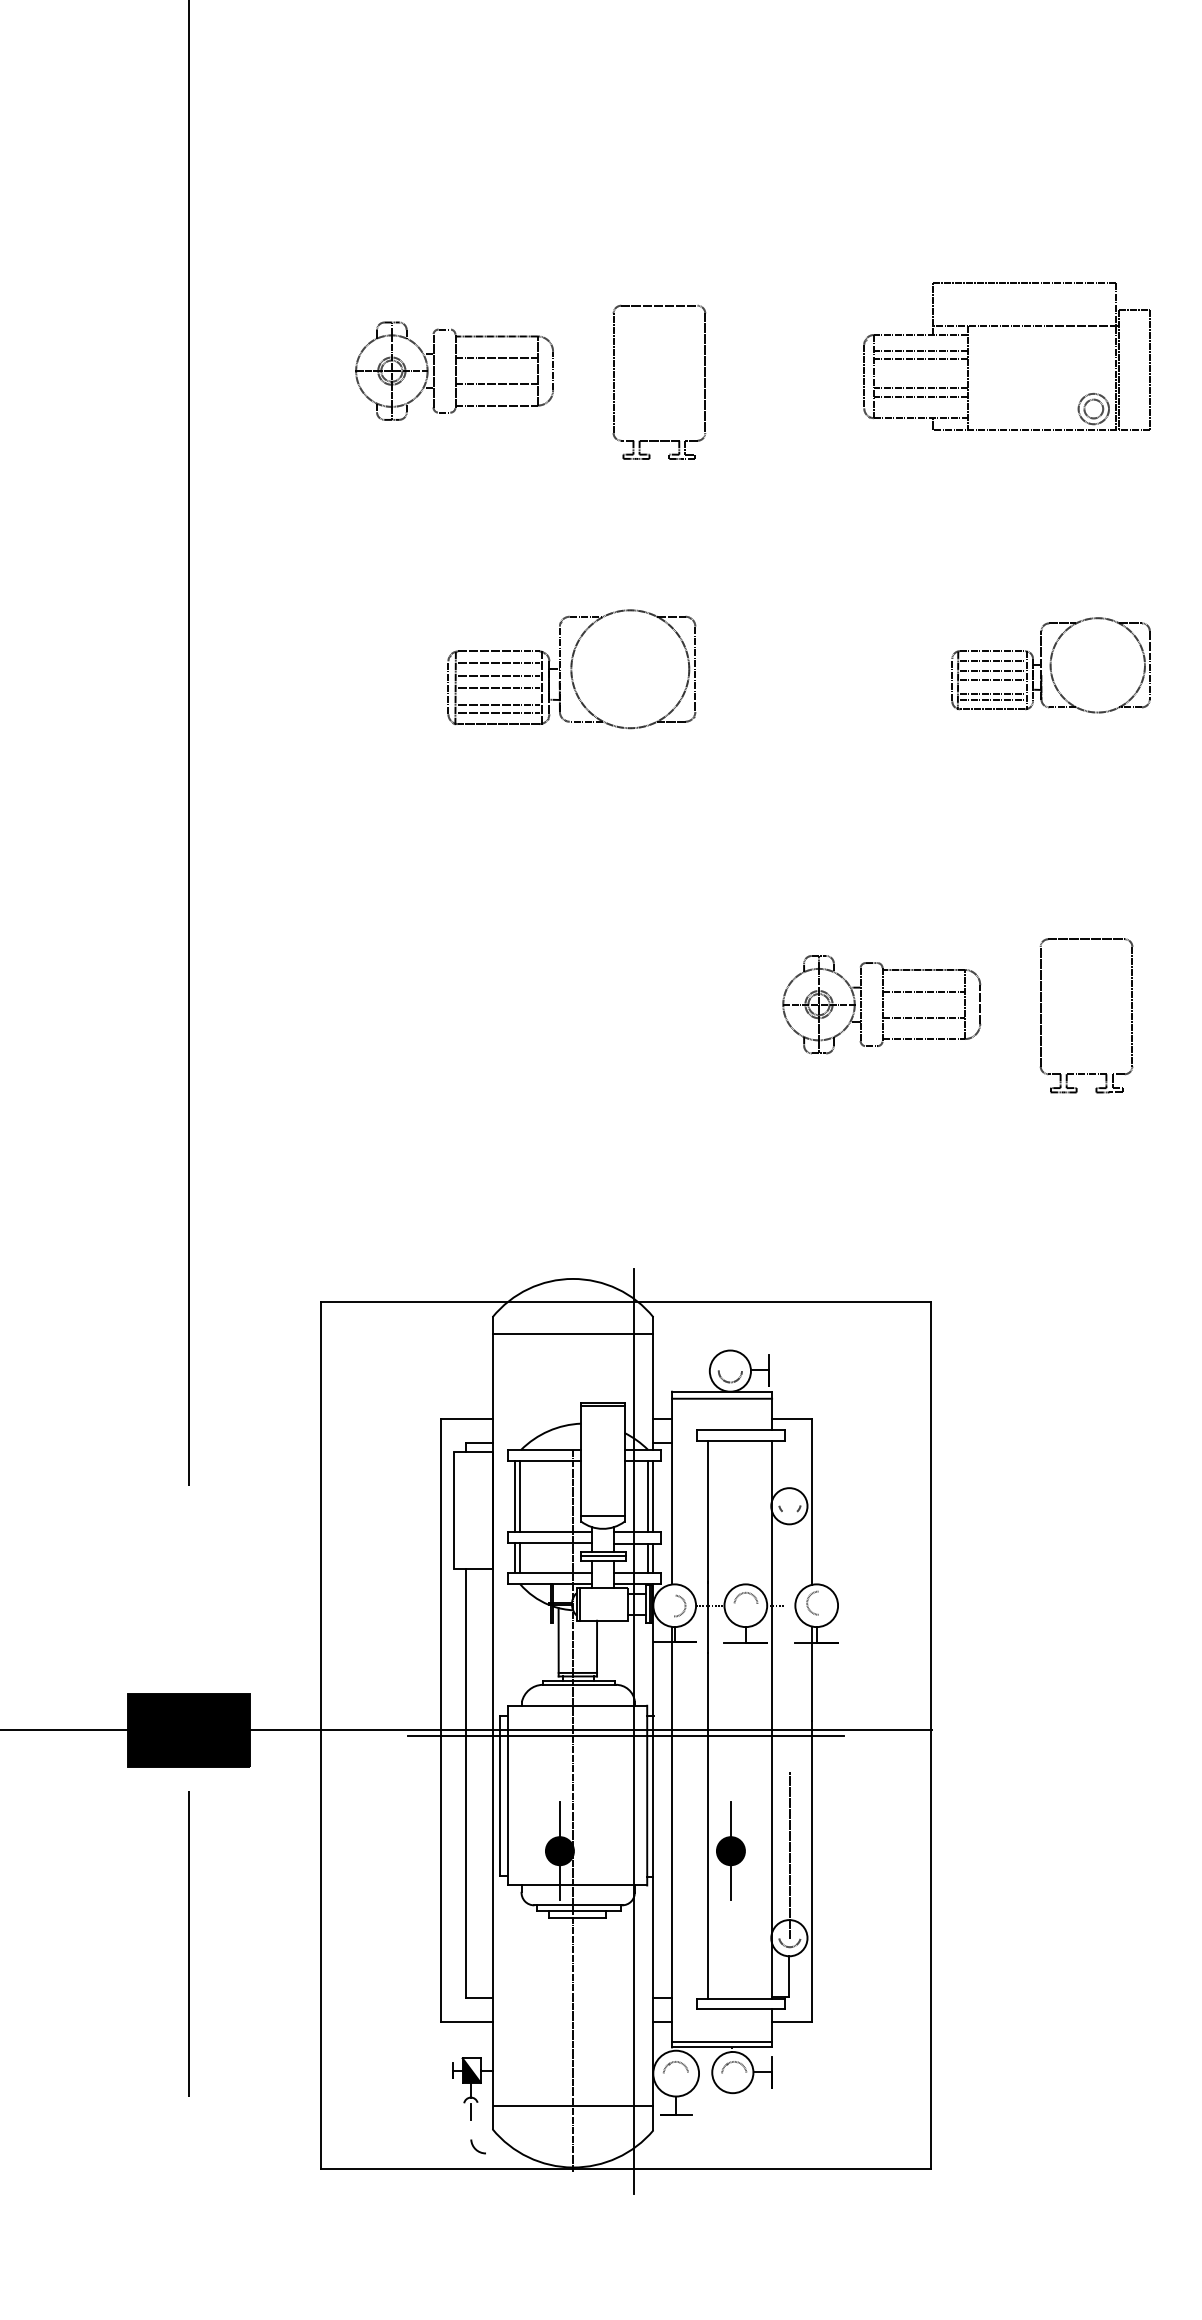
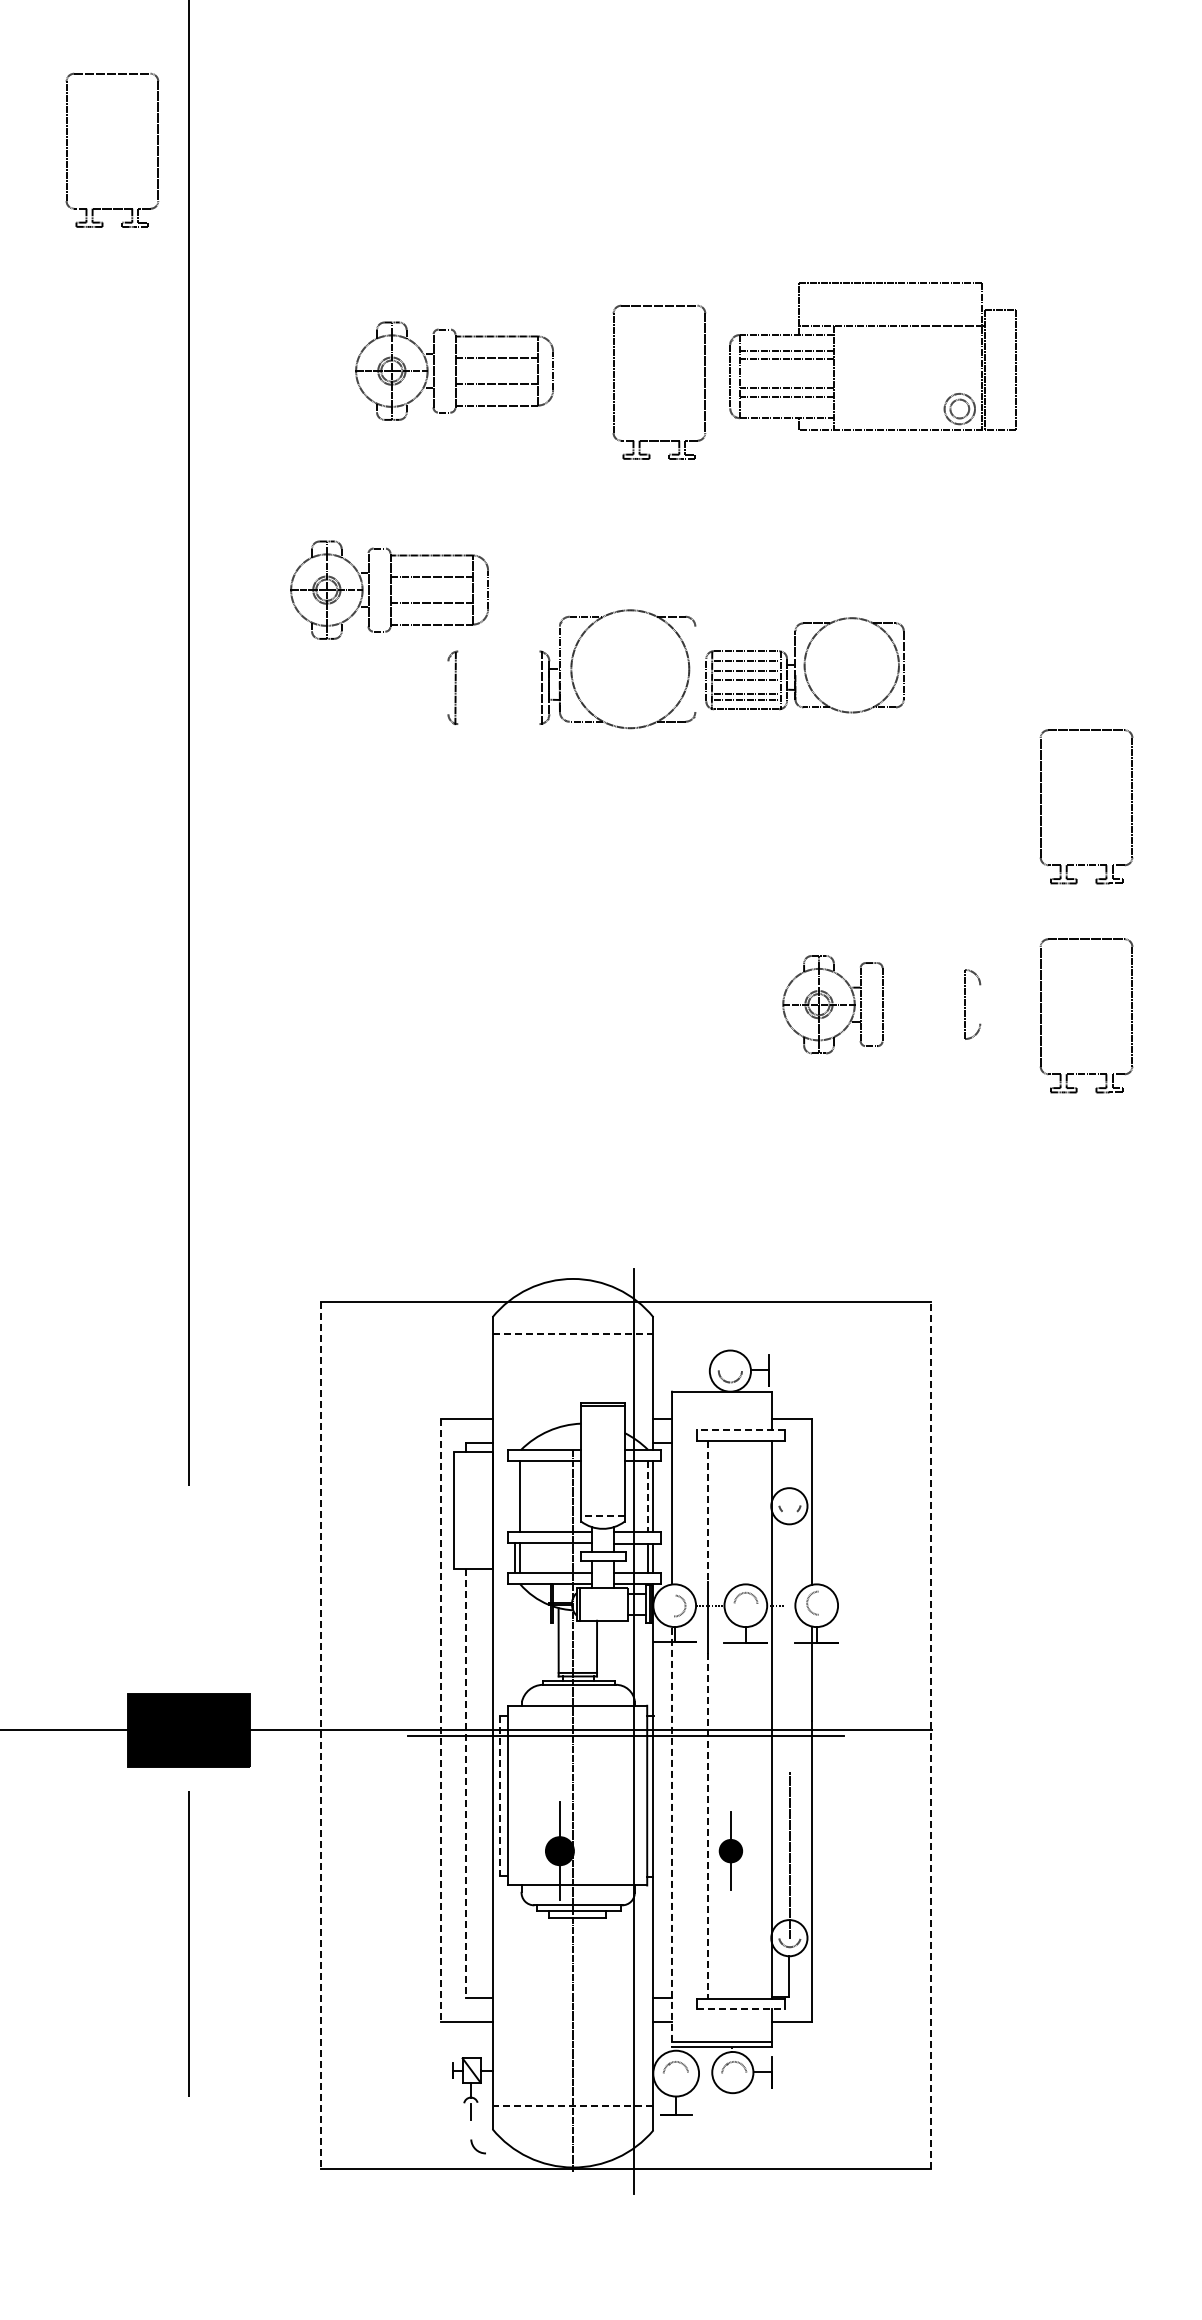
part at (157, 149): none -> present
part at (1006, 326) position: (1006, 326) -> (872, 326)
part at (389, 589): none -> present
line at (498, 651): present -> none
line at (498, 663): present -> none
part at (1050, 665) position: (1050, 665) -> (804, 665)
line at (695, 668): present -> none
line at (498, 675): present -> none
line at (448, 687): present -> none
line at (498, 687): present -> none
line at (498, 704): present -> none
line at (498, 712): present -> none
line at (498, 724): present -> none
part at (1041, 806): none -> present
line at (923, 969): present -> none
line at (923, 991): present -> none
line at (980, 1004): present -> none
line at (923, 1017): present -> none
line at (923, 1039): present -> none
line at (573, 1334): solid -> dashed
line at (722, 1398): present -> none
line at (740, 1430): solid -> dashed
line at (515, 1496): present -> none
line at (648, 1497): solid -> dashed
line at (707, 1511): solid -> dashed
line at (602, 1515): solid -> dashed
line at (602, 1556): present -> none
line at (441, 1720): solid -> dashed
line at (320, 1735): solid -> dashed
line at (931, 1735): solid -> dashed
line at (465, 1784): solid -> dashed
line at (500, 1796): solid -> dashed
line at (707, 1825): solid -> dashed
line at (671, 1837): solid -> dashed
part at (730, 1850) size: 30x100 px -> 26x80 px
line at (740, 2009): solid -> dashed
fill at (471, 2070): present -> none
line at (573, 2105): solid -> dashed
